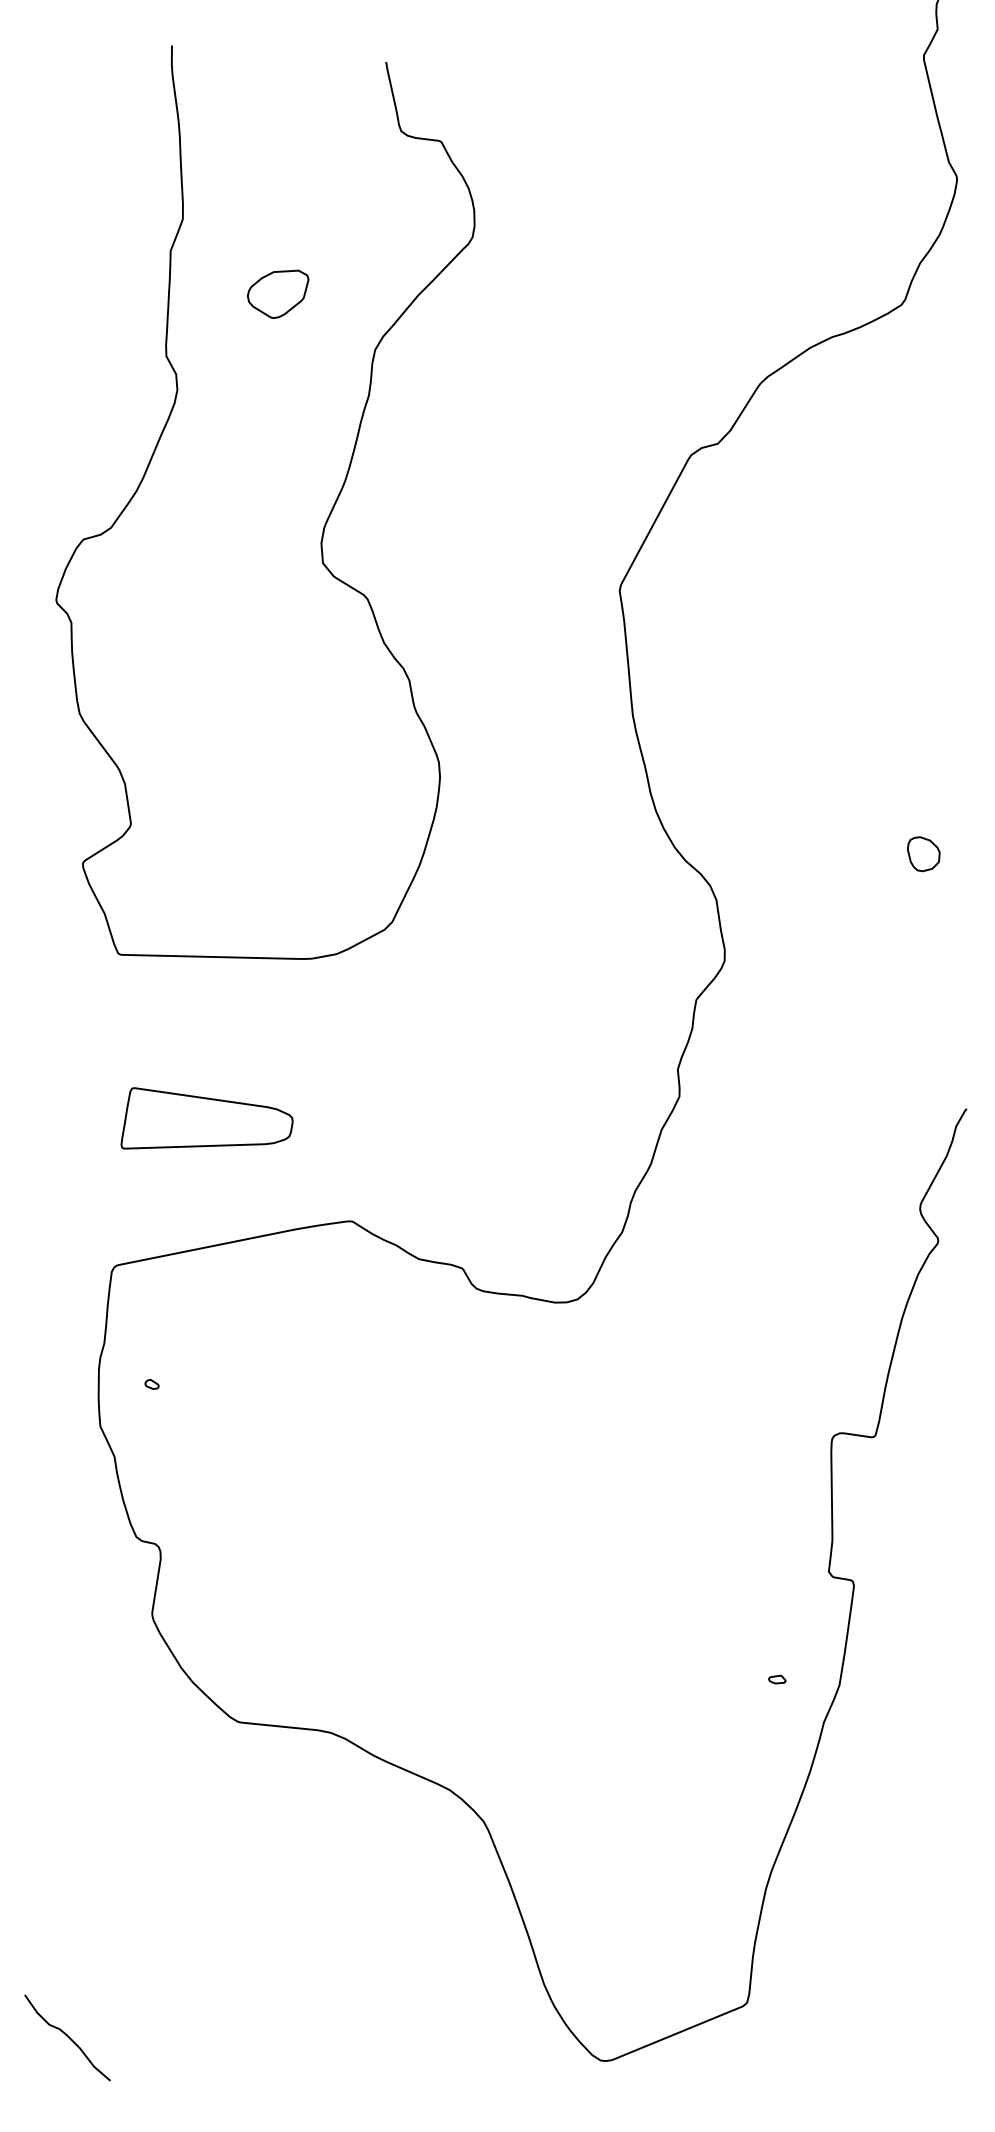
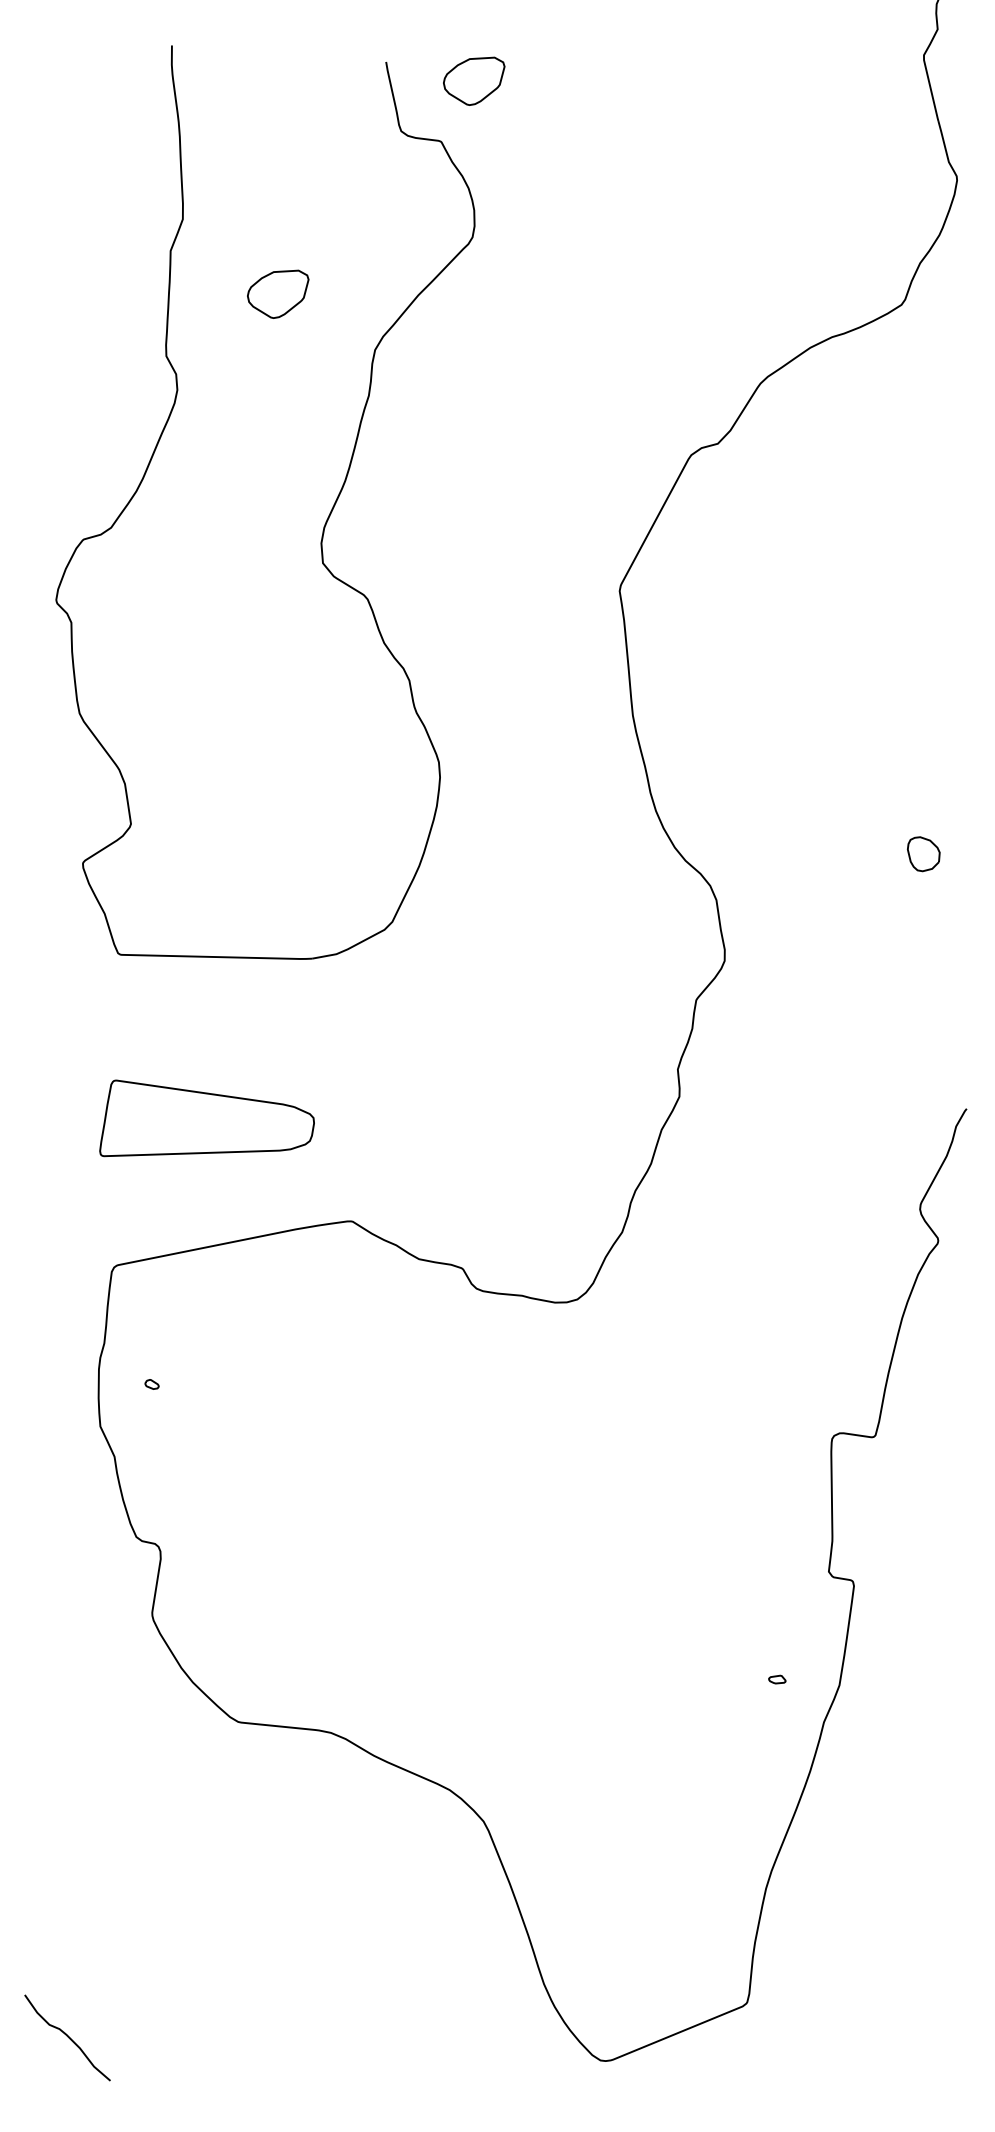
part at (474, 80): none -> present
part at (206, 1118) size: 174x63 px -> 216x79 px
